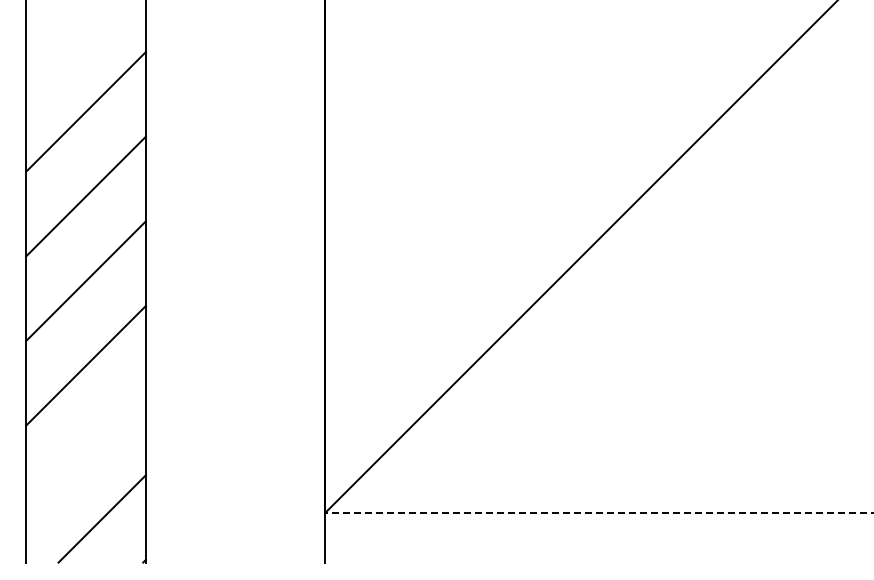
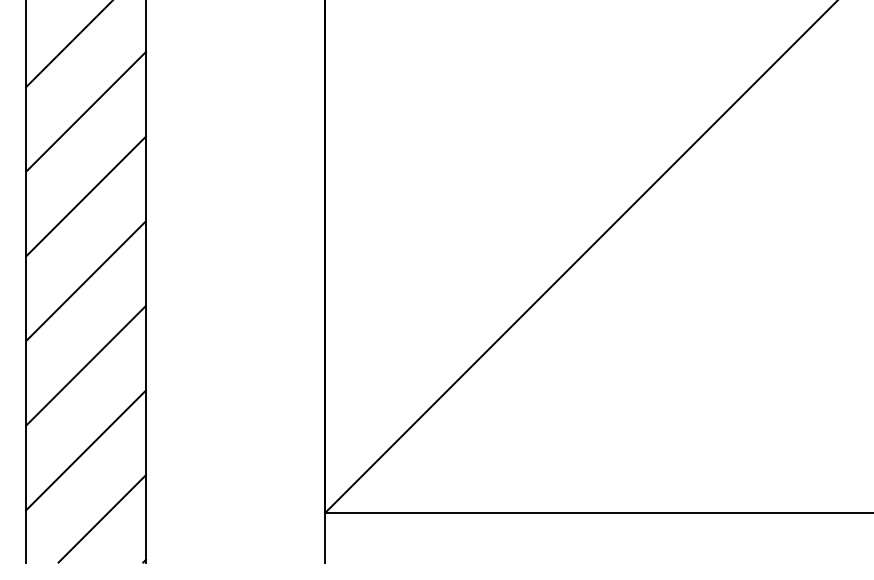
line at (68, 44): none -> present
line at (85, 450): none -> present
line at (599, 512): dashed -> solid
